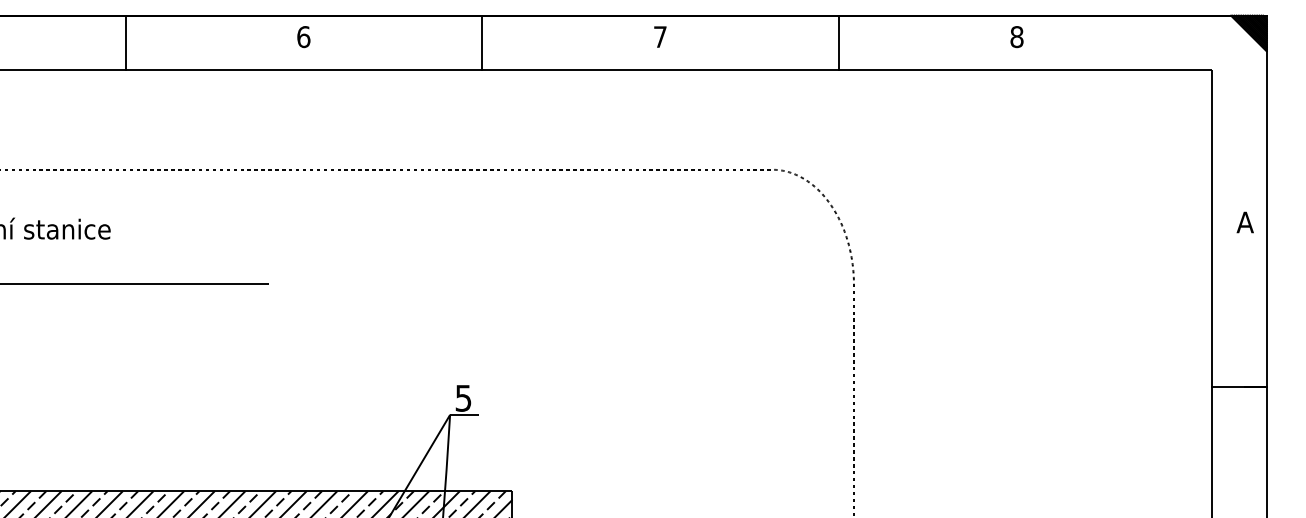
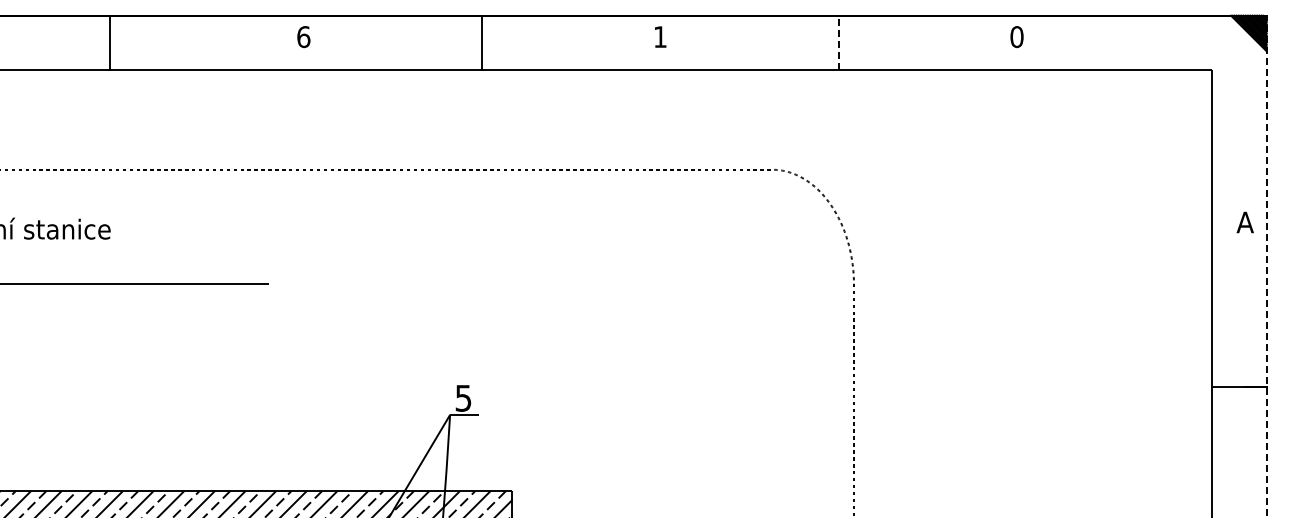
text at (660, 36): 7 -> 1
text at (1016, 36): 8 -> 0
line at (125, 42) position: (125, 42) -> (109, 42)
line at (838, 42): solid -> dashed
line at (1266, 266): solid -> dashed
